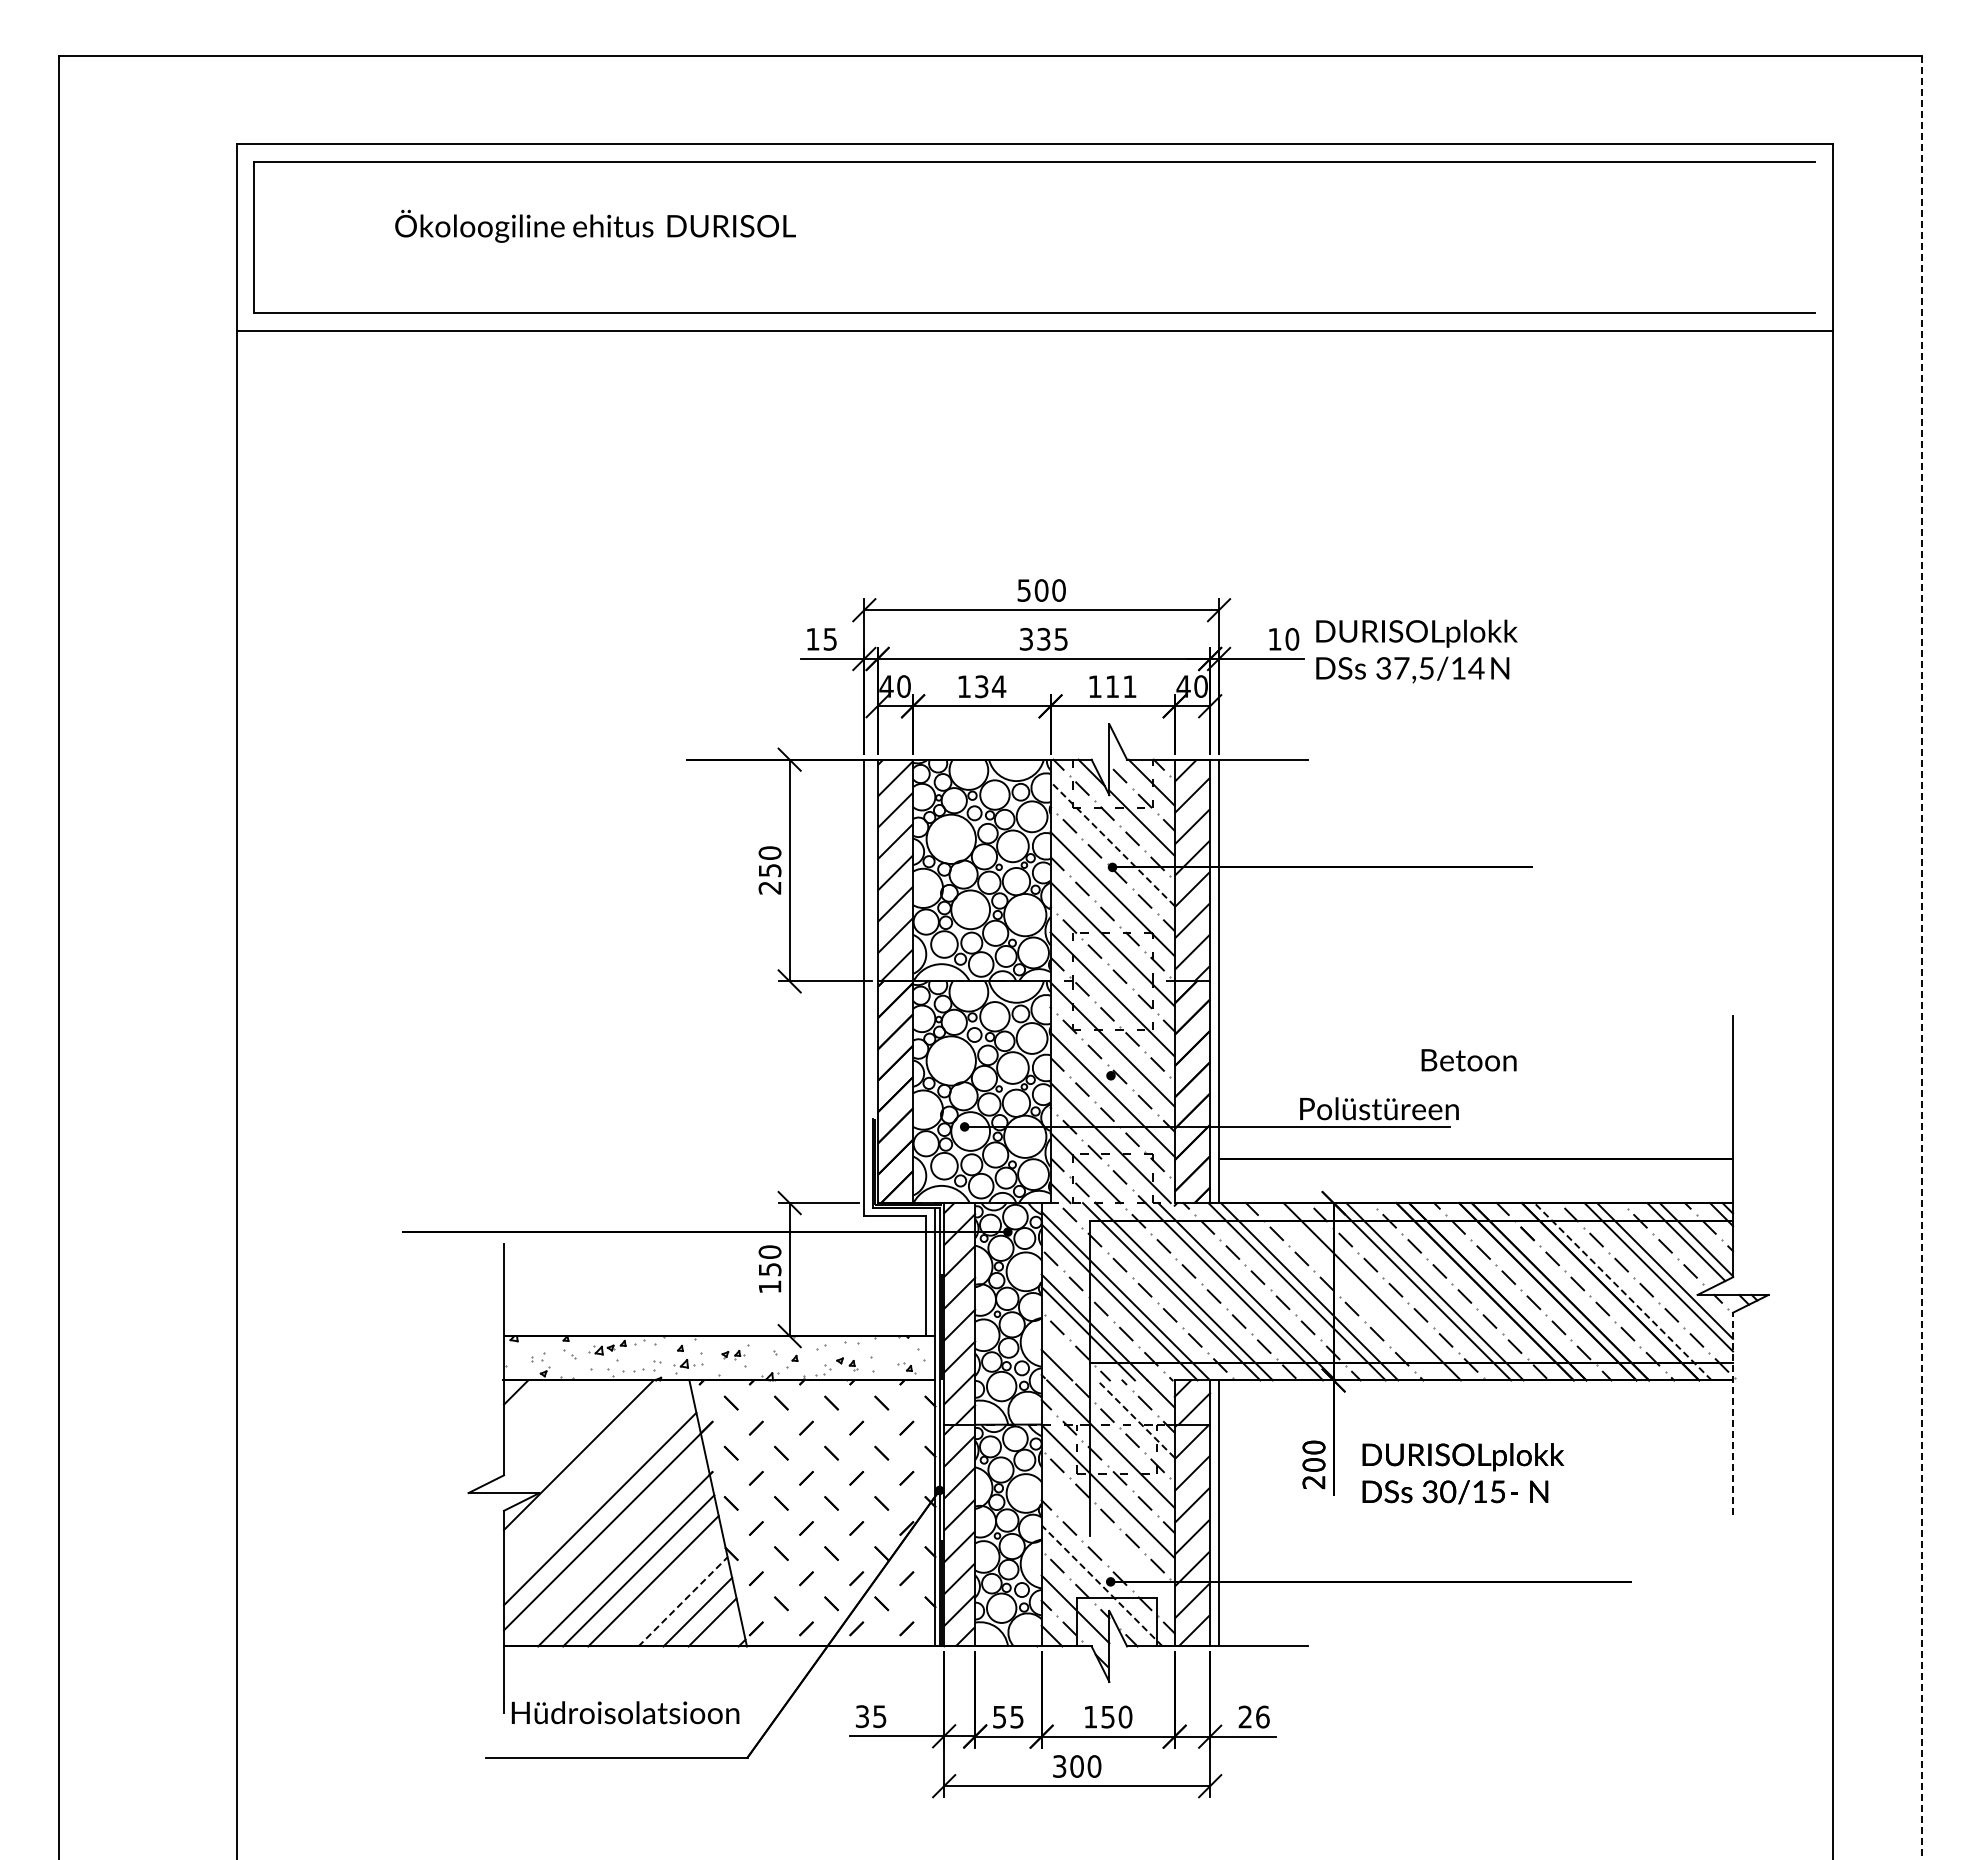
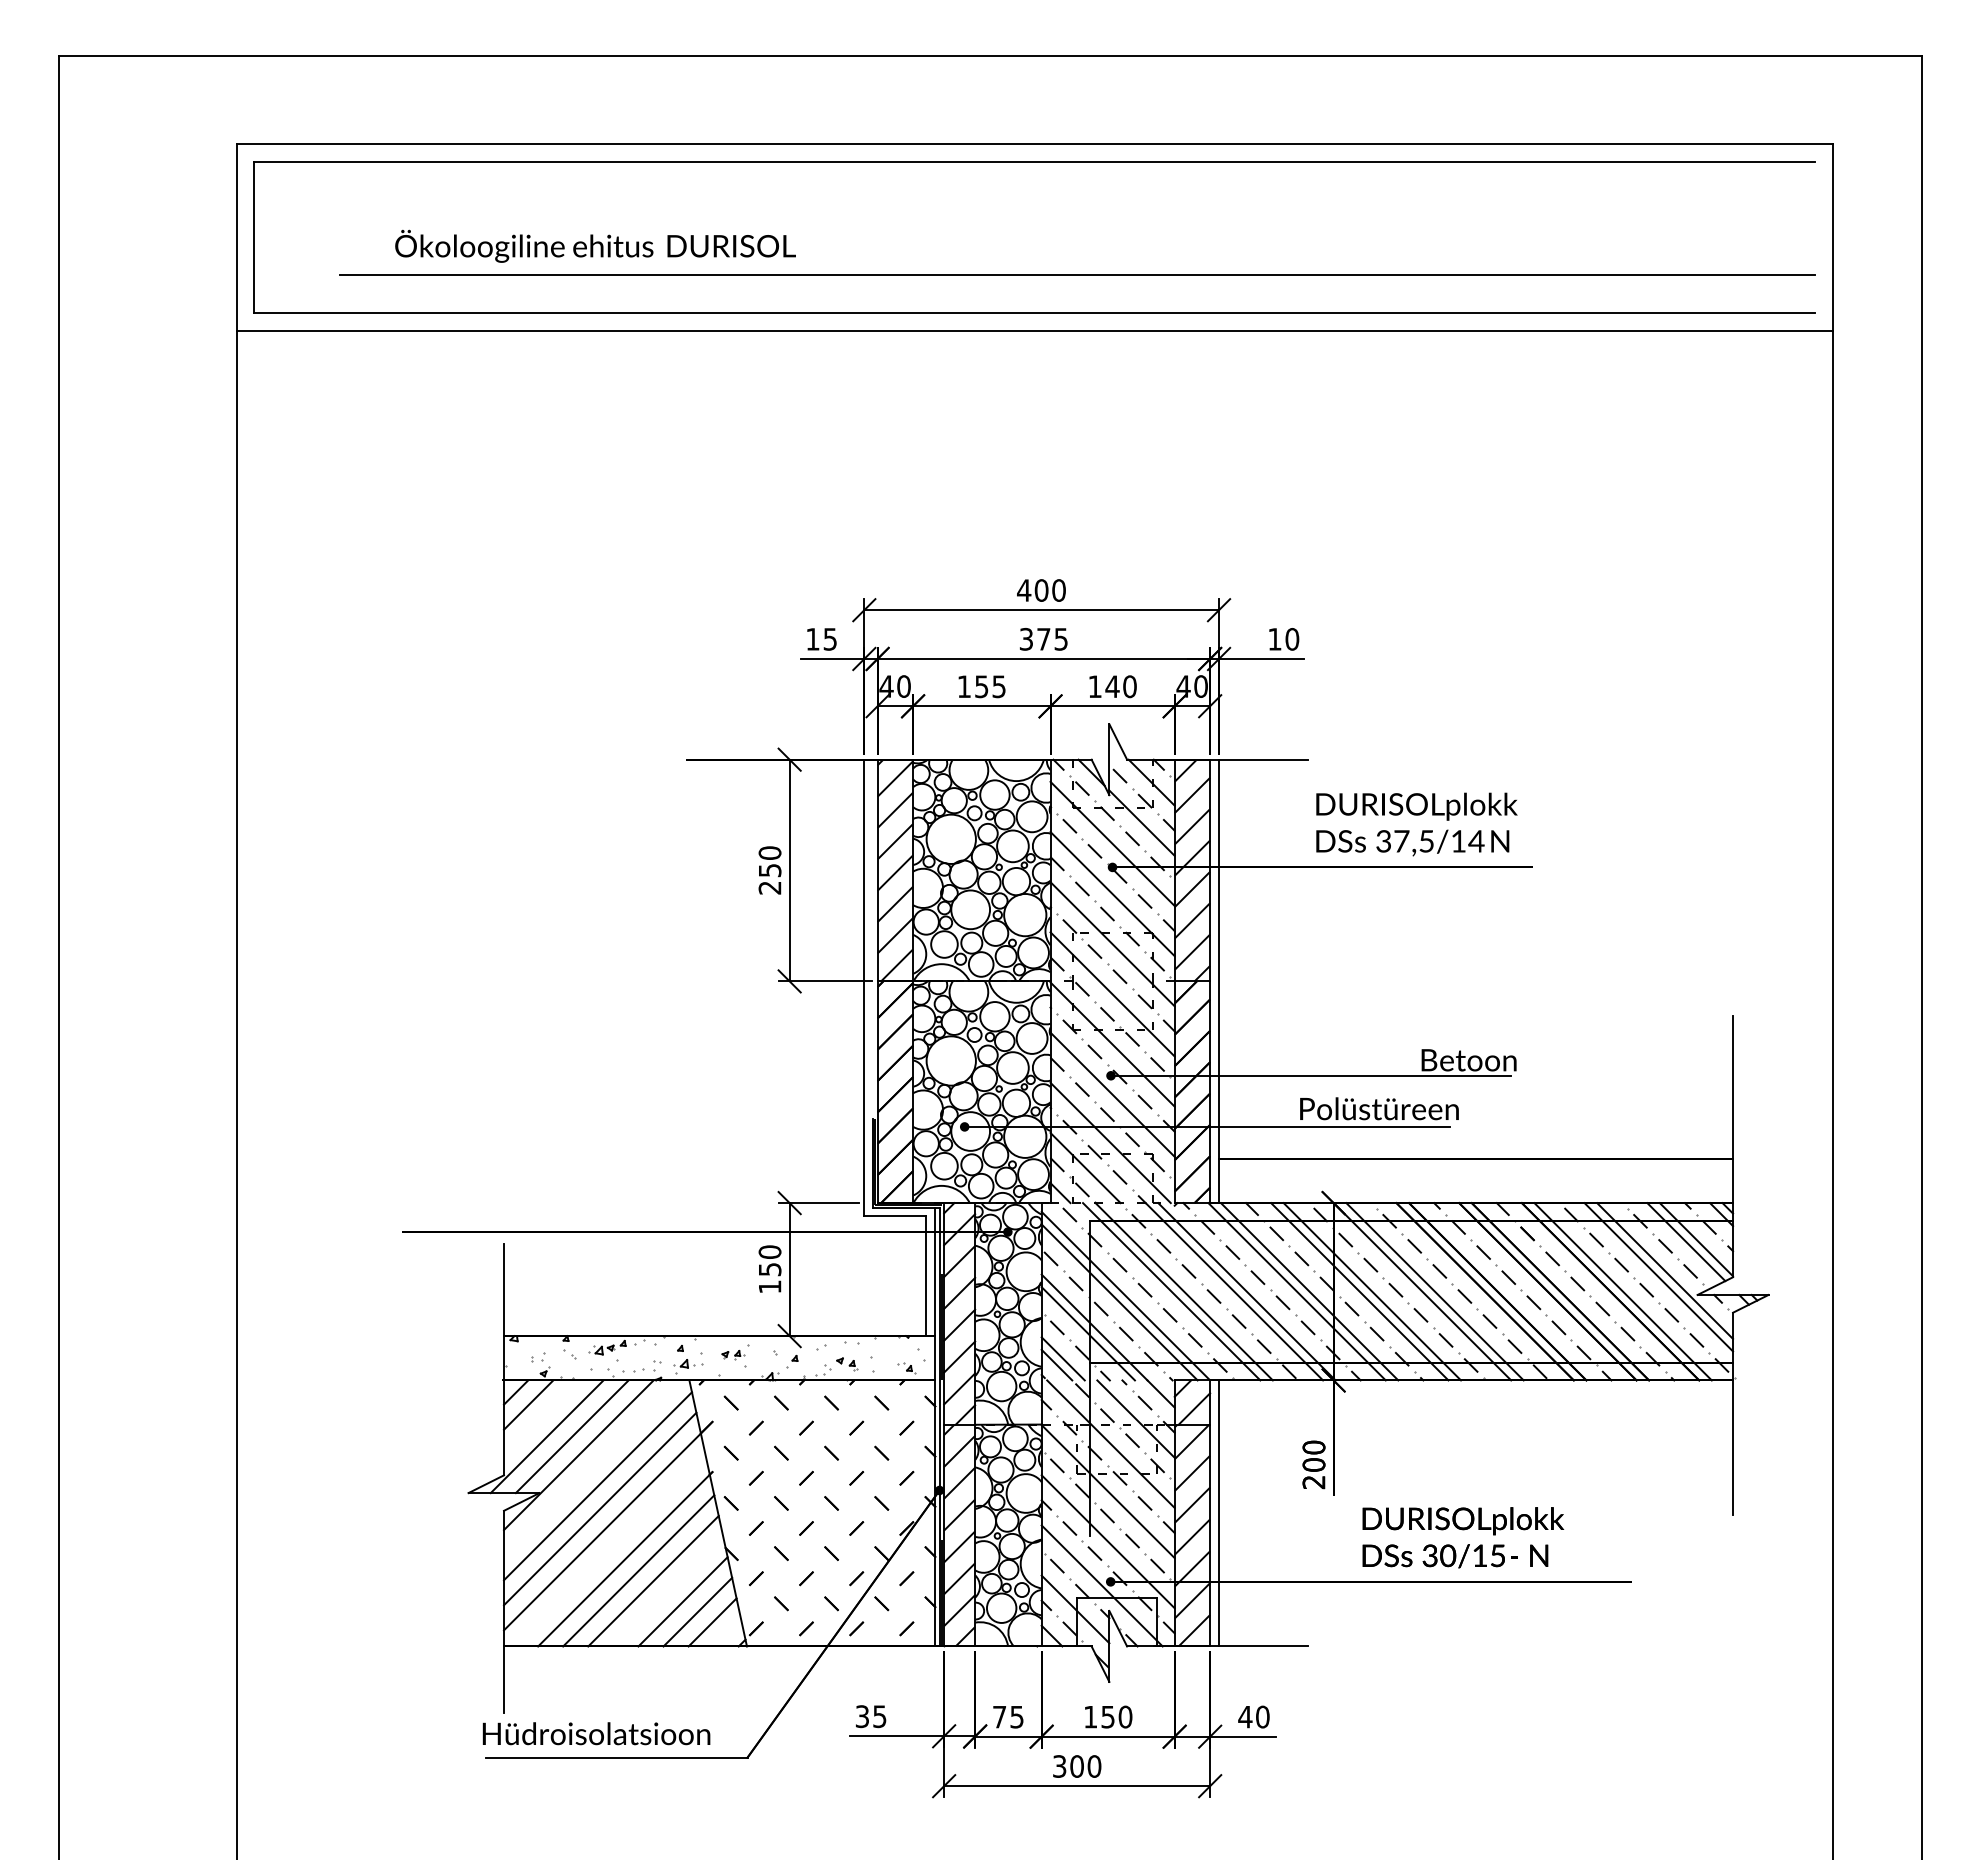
text at (595, 225) position: (595, 225) -> (595, 245)
line at (1077, 274): none -> present
text at (1024, 590): 500 -> 400
text at (1043, 638): 335 -> 375
text at (1416, 651) position: (1416, 651) -> (1416, 824)
text at (990, 686): 134 -> 155
text at (1120, 686): 111 -> 140
line at (1112, 843): dashed -> solid
line at (1921, 957): dashed -> solid
line at (1310, 1075): none -> present
line at (1359, 1291): none -> present
line at (1622, 1291): dashed -> solid
line at (1062, 1358): none -> present
line at (528, 1404): none -> present
line at (1733, 1413): dashed -> solid
line at (1136, 1419): dashed -> solid
line at (546, 1436): none -> present
line at (571, 1436): none -> present
text at (1463, 1473) position: (1463, 1473) -> (1463, 1537)
line at (597, 1486): none -> present
line at (1107, 1541): none -> present
line at (1102, 1585): dashed -> solid
line at (683, 1601): dashed -> solid
text at (625, 1712) position: (625, 1712) -> (596, 1733)
text at (1253, 1716): 26 -> 40
text at (999, 1717): 55 -> 75
